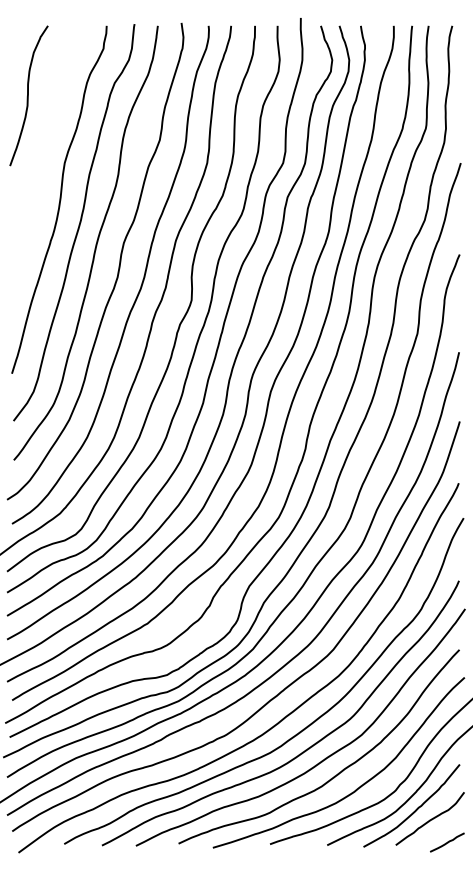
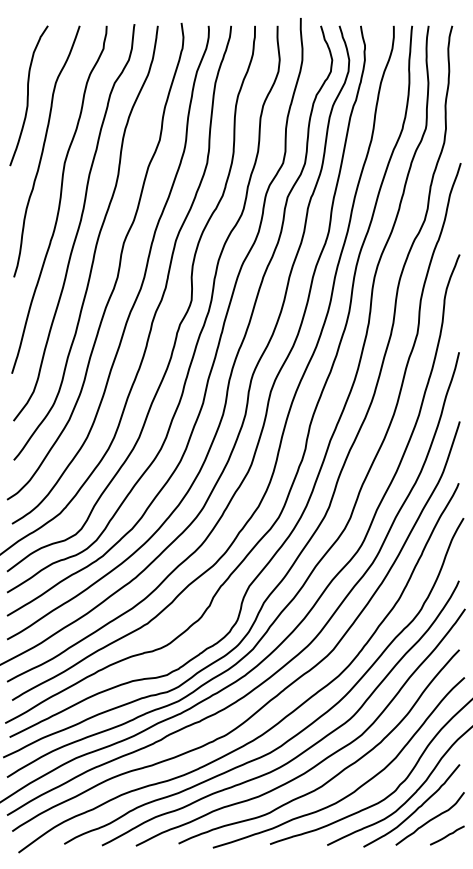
curve at (43, 151): none -> present
line at (447, 842) position: (447, 842) -> (447, 835)
